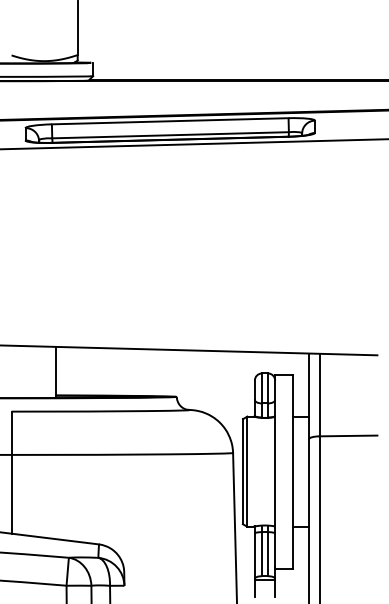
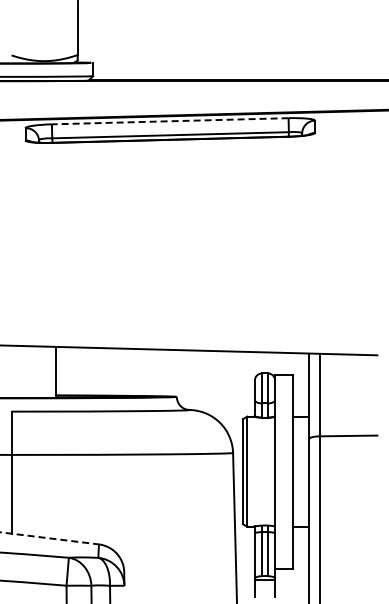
line at (169, 121): solid -> dashed
line at (193, 144): present -> none
line at (49, 538): solid -> dashed
